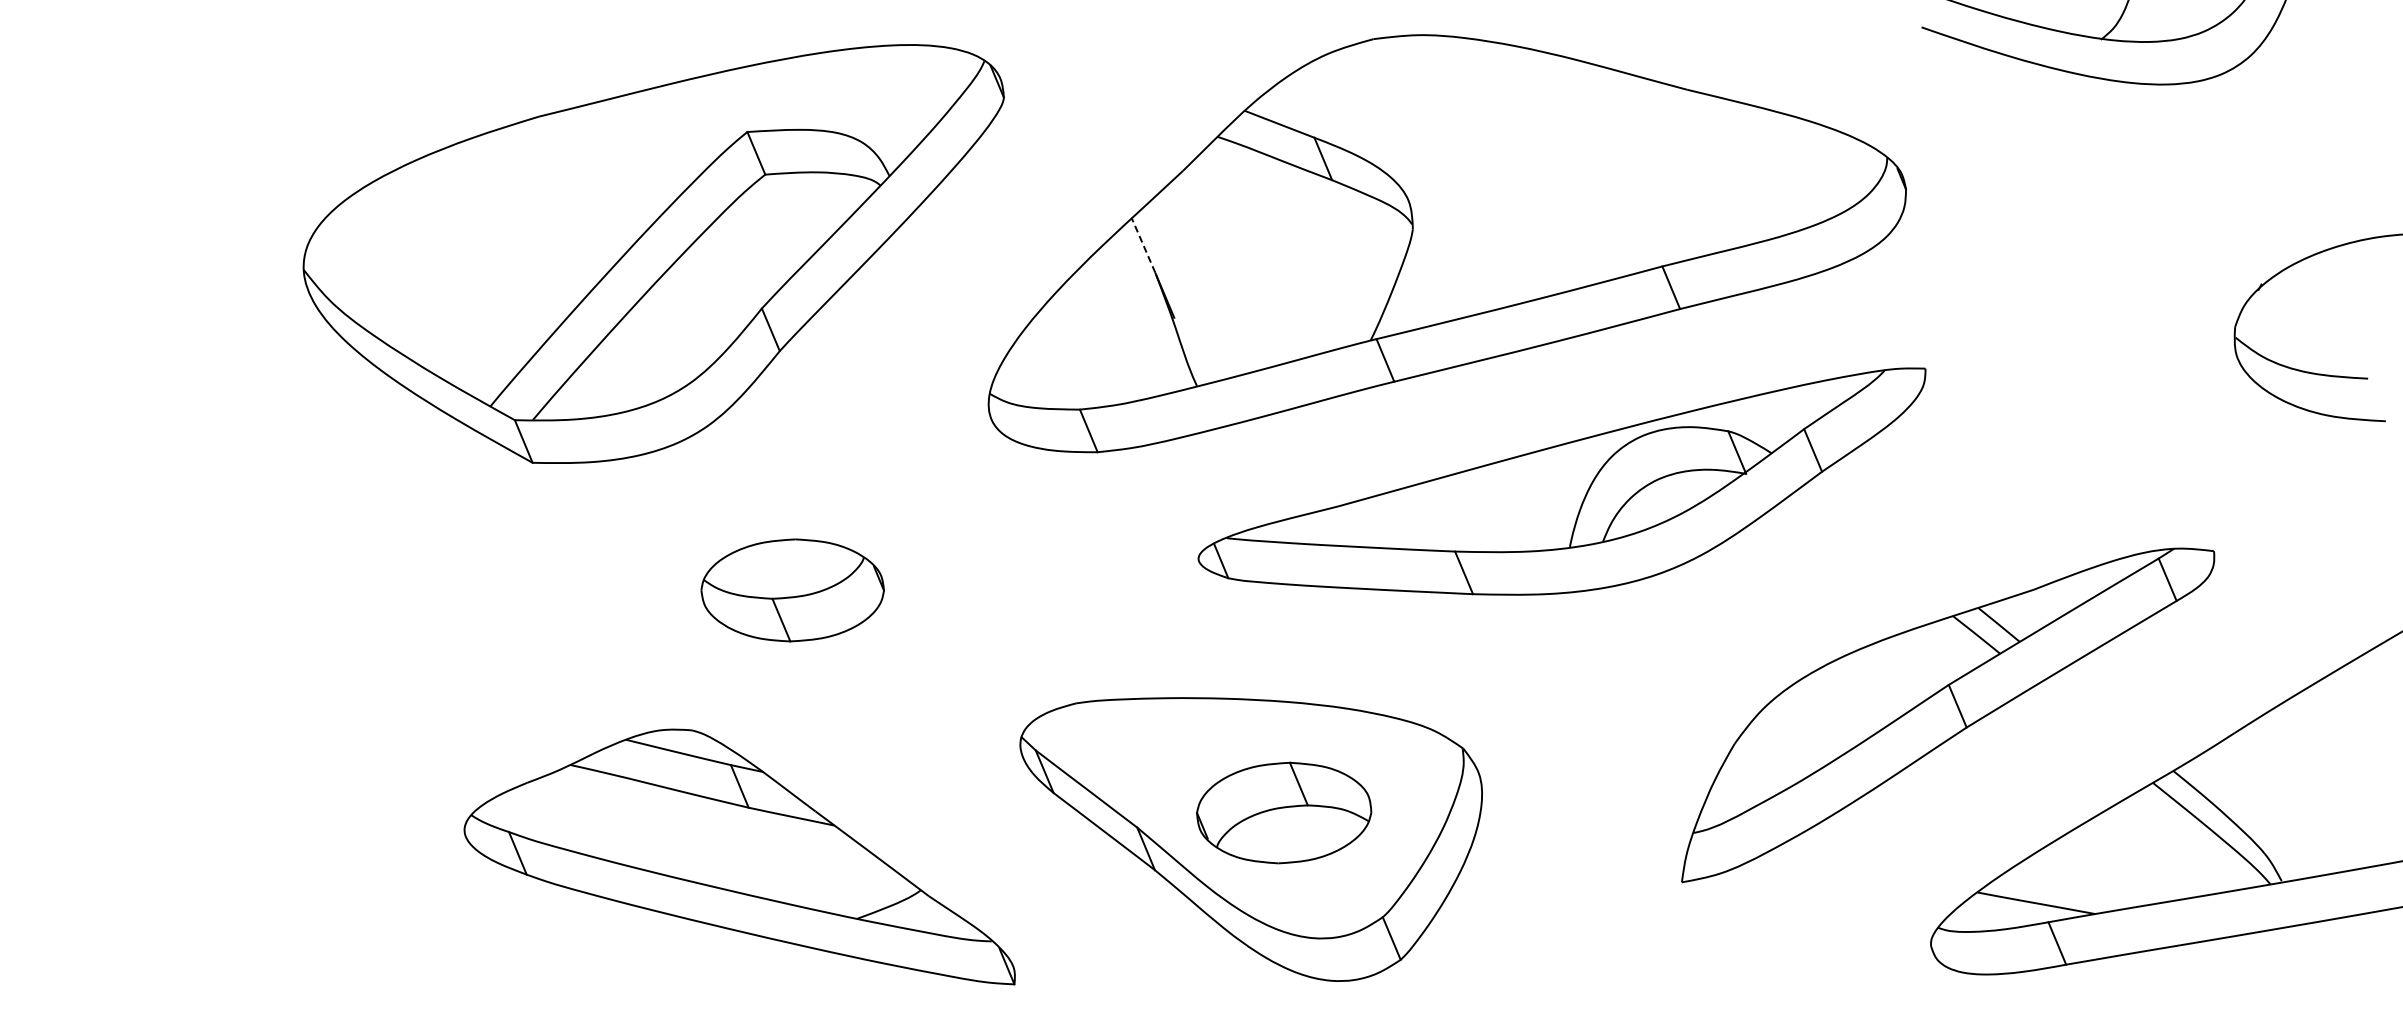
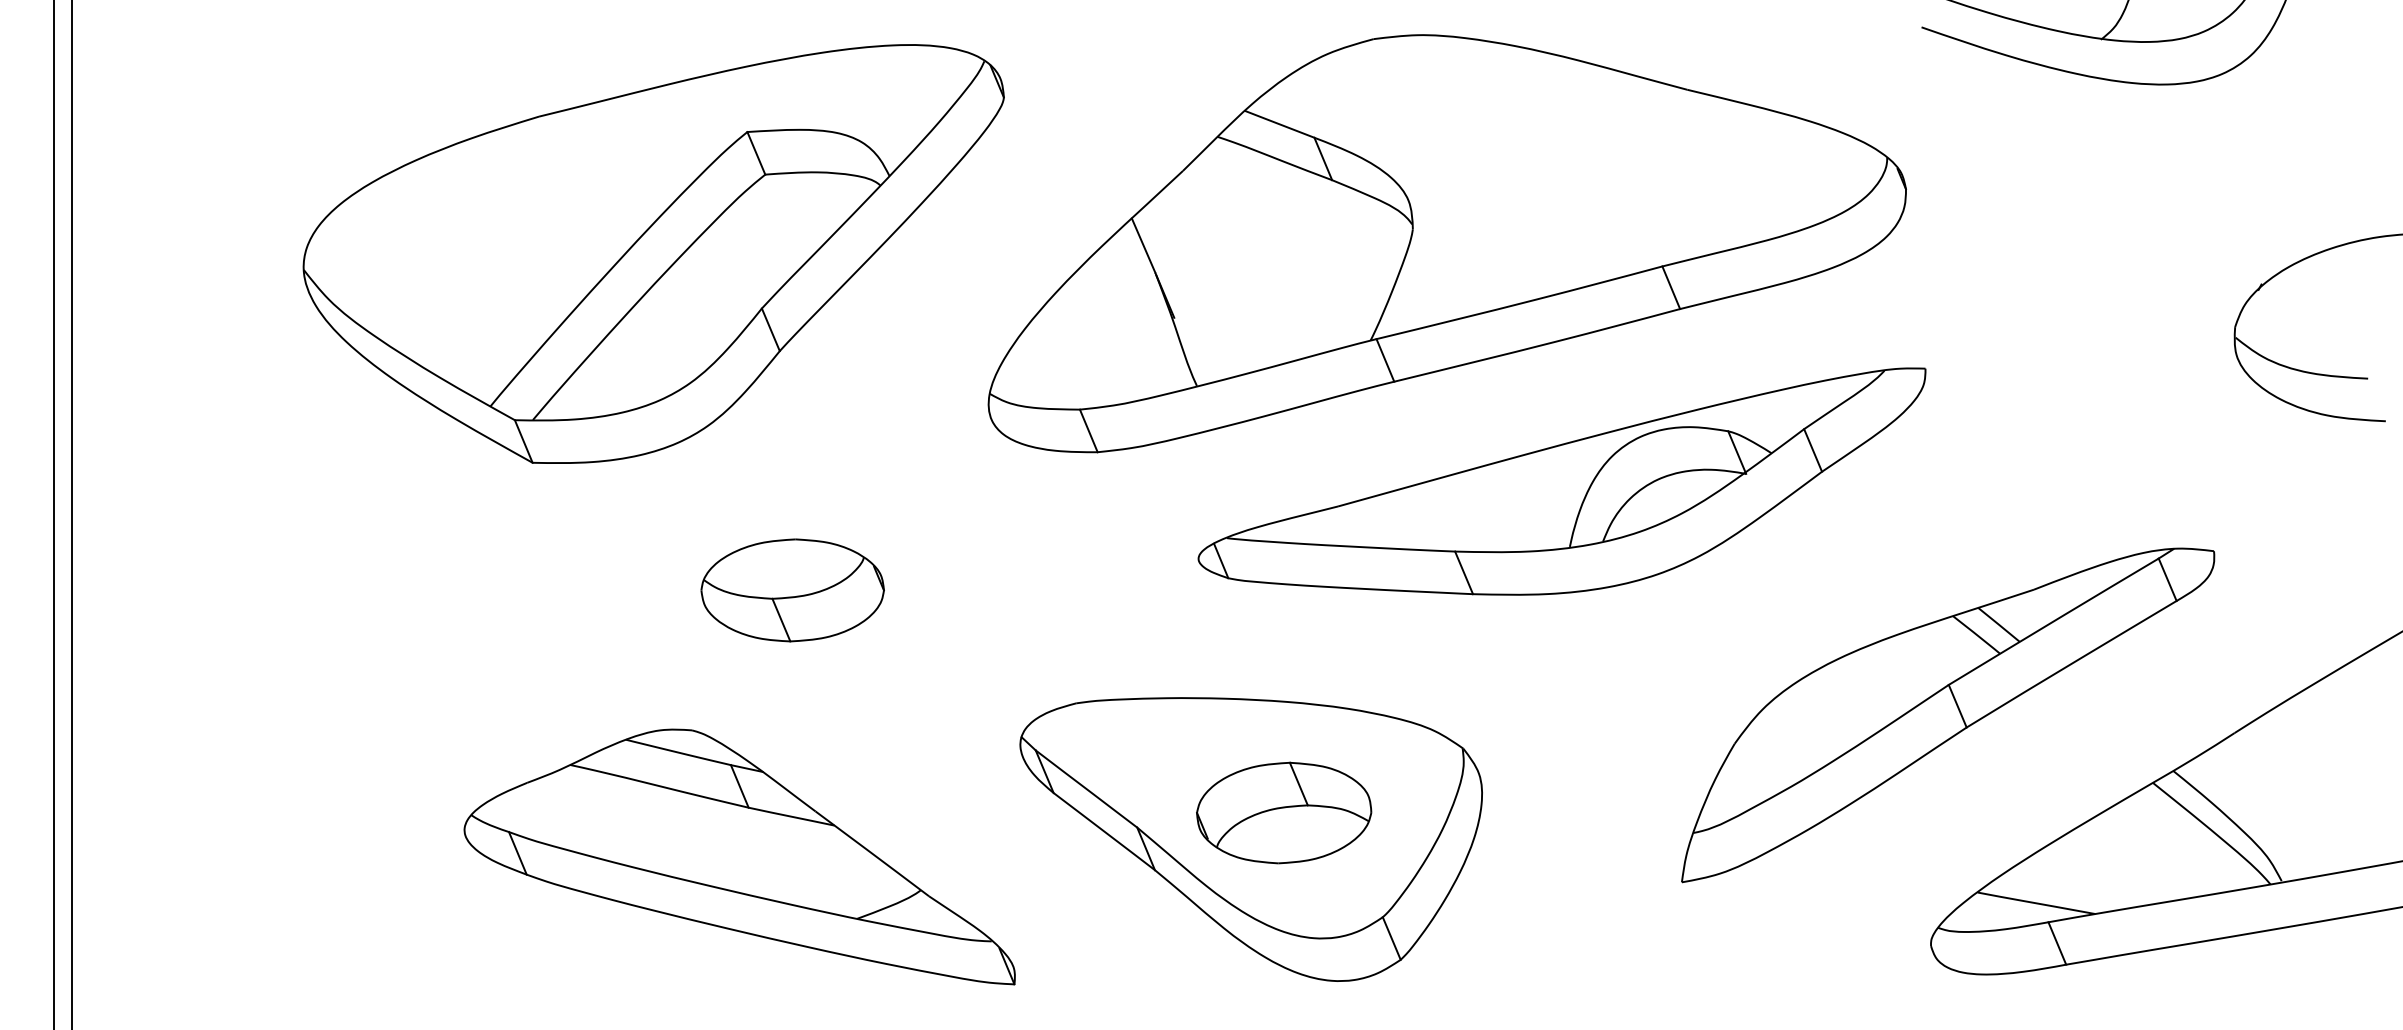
line at (1143, 245): dashed -> solid
line at (54, 514): none -> present
line at (72, 514): none -> present
